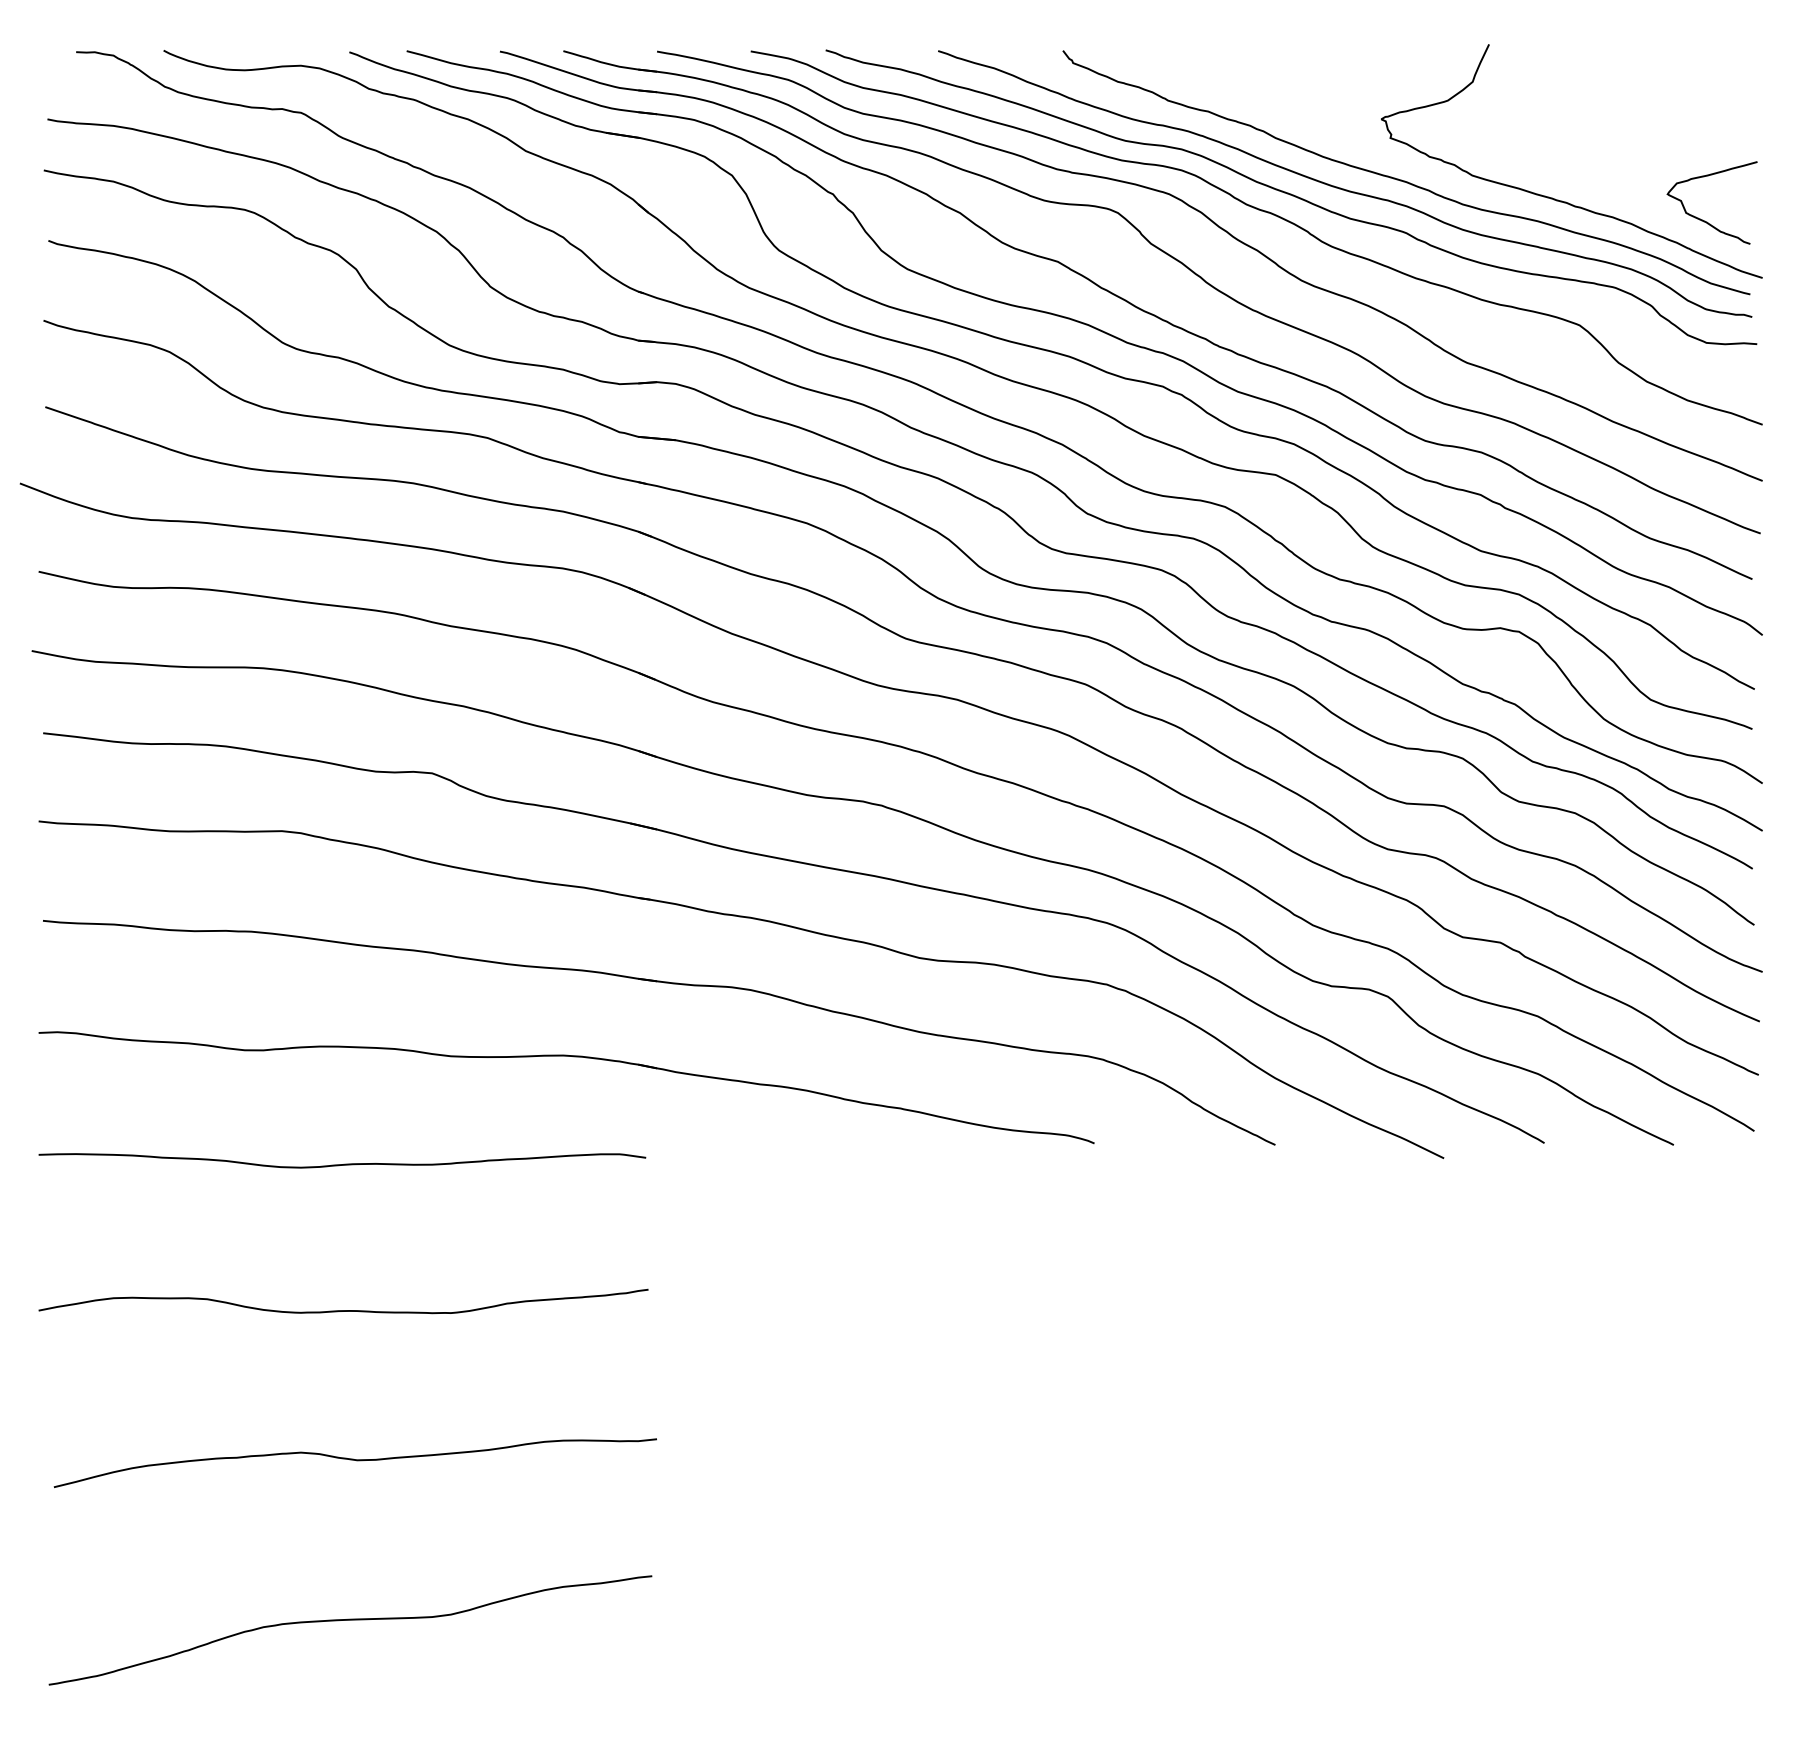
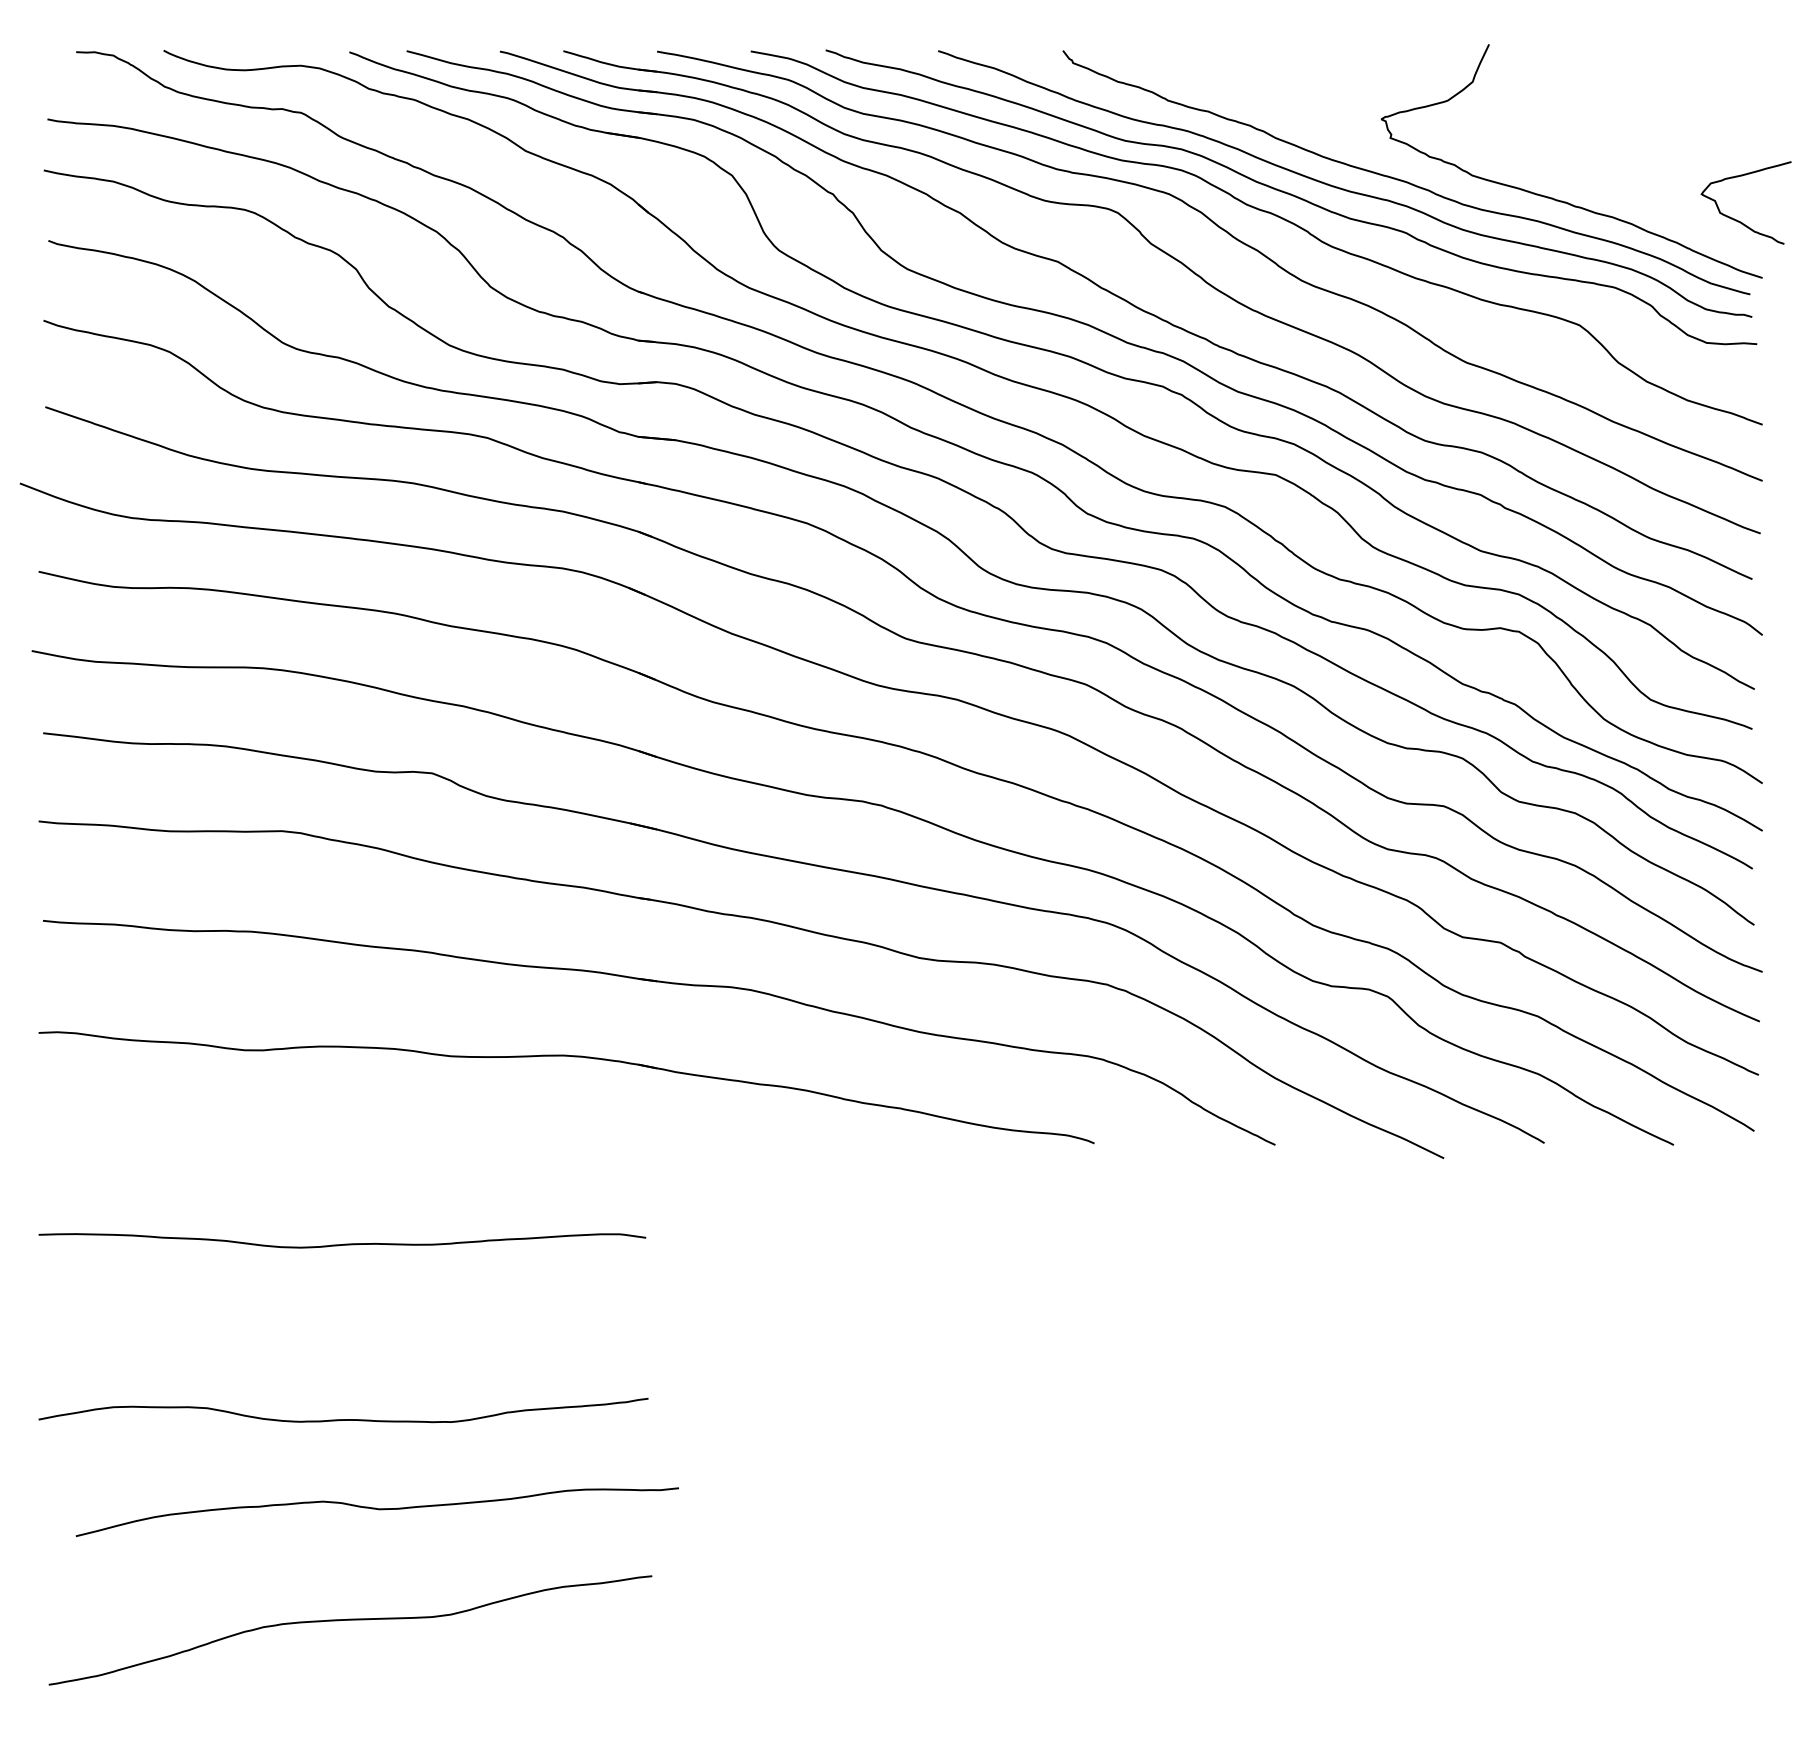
curve at (1702, 219) position: (1702, 219) -> (1736, 219)
curve at (344, 1163) position: (344, 1163) -> (344, 1243)
curve at (343, 1310) position: (343, 1310) -> (343, 1419)
curve at (354, 1460) position: (354, 1460) -> (376, 1509)
